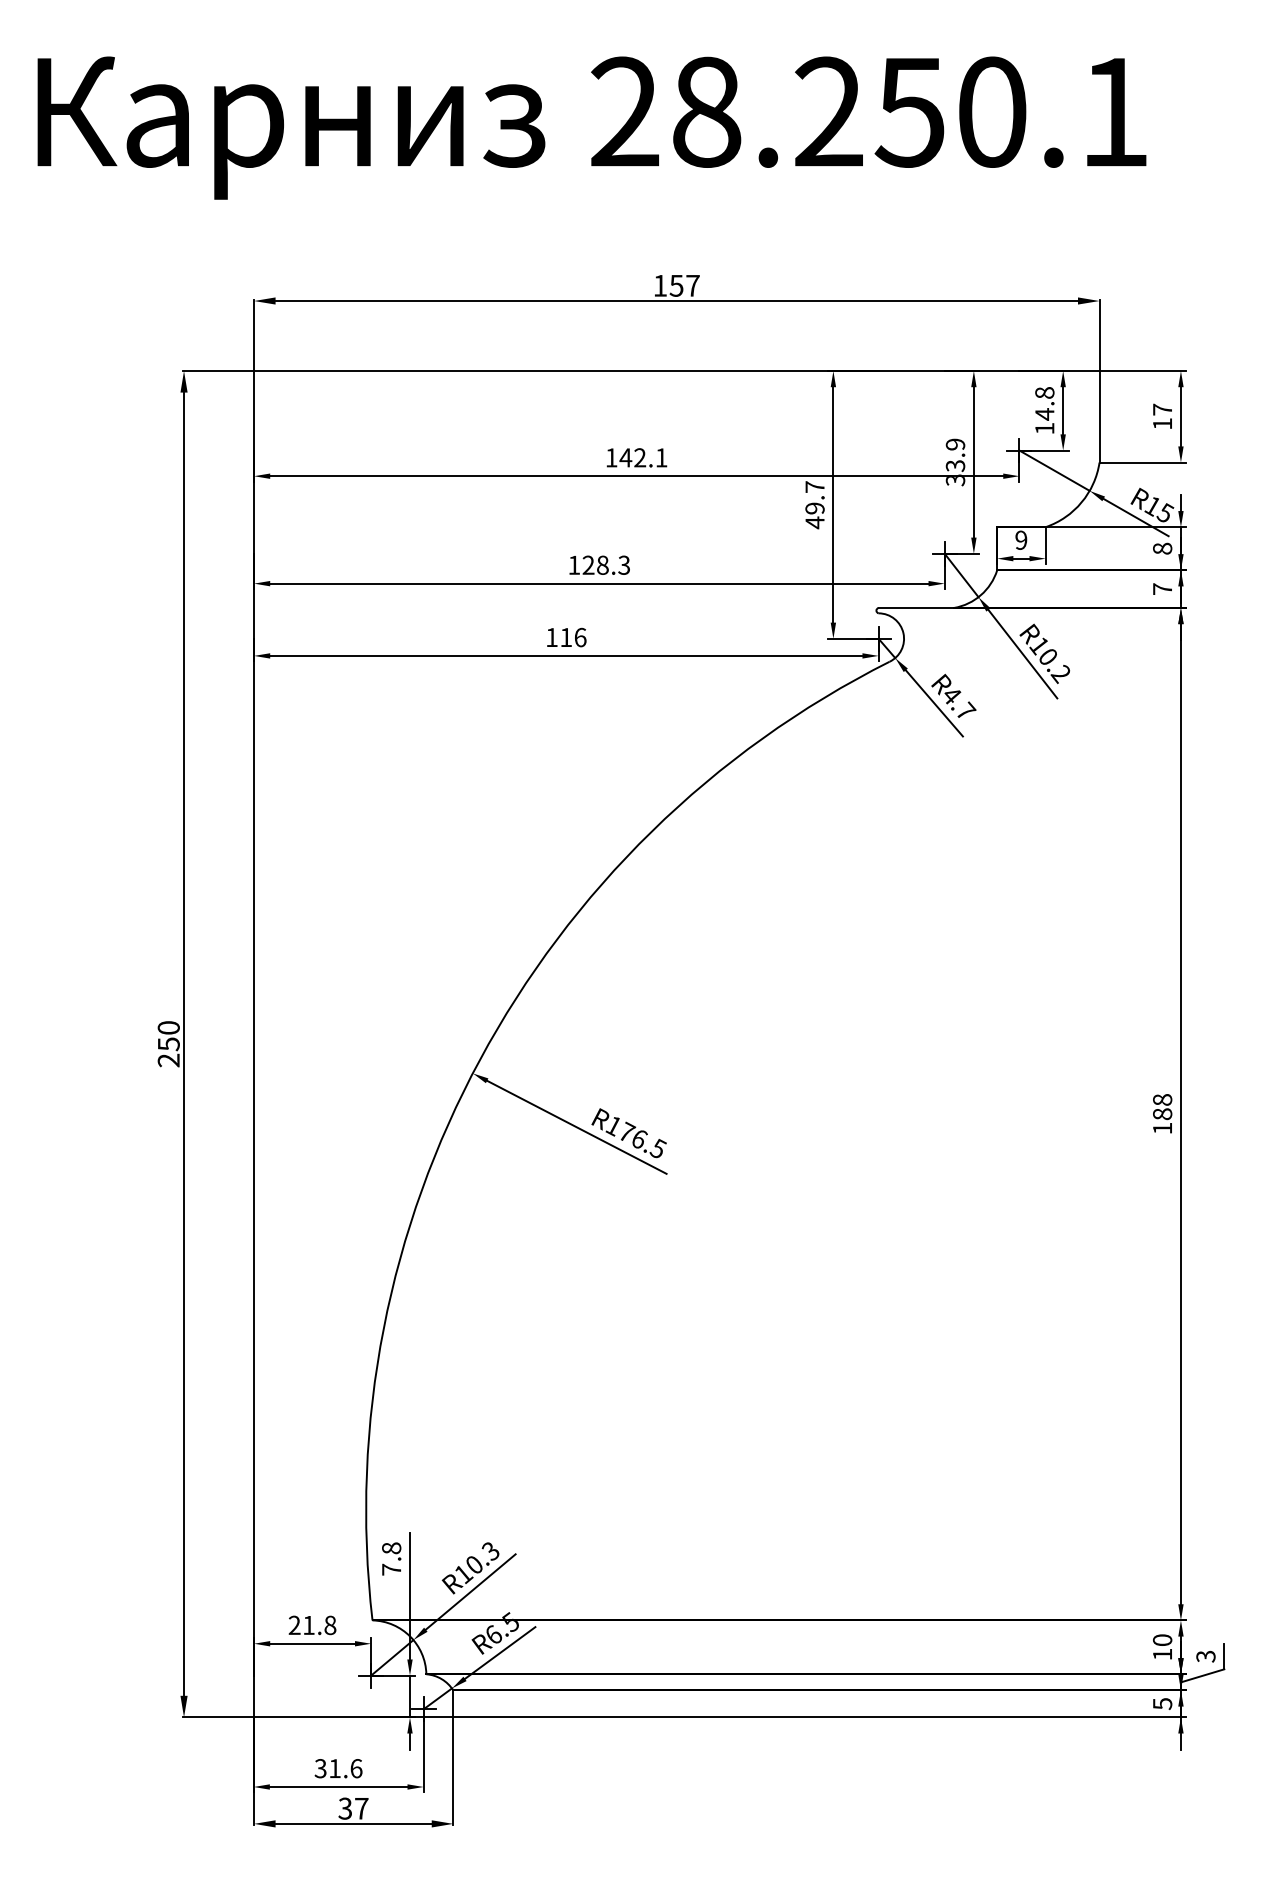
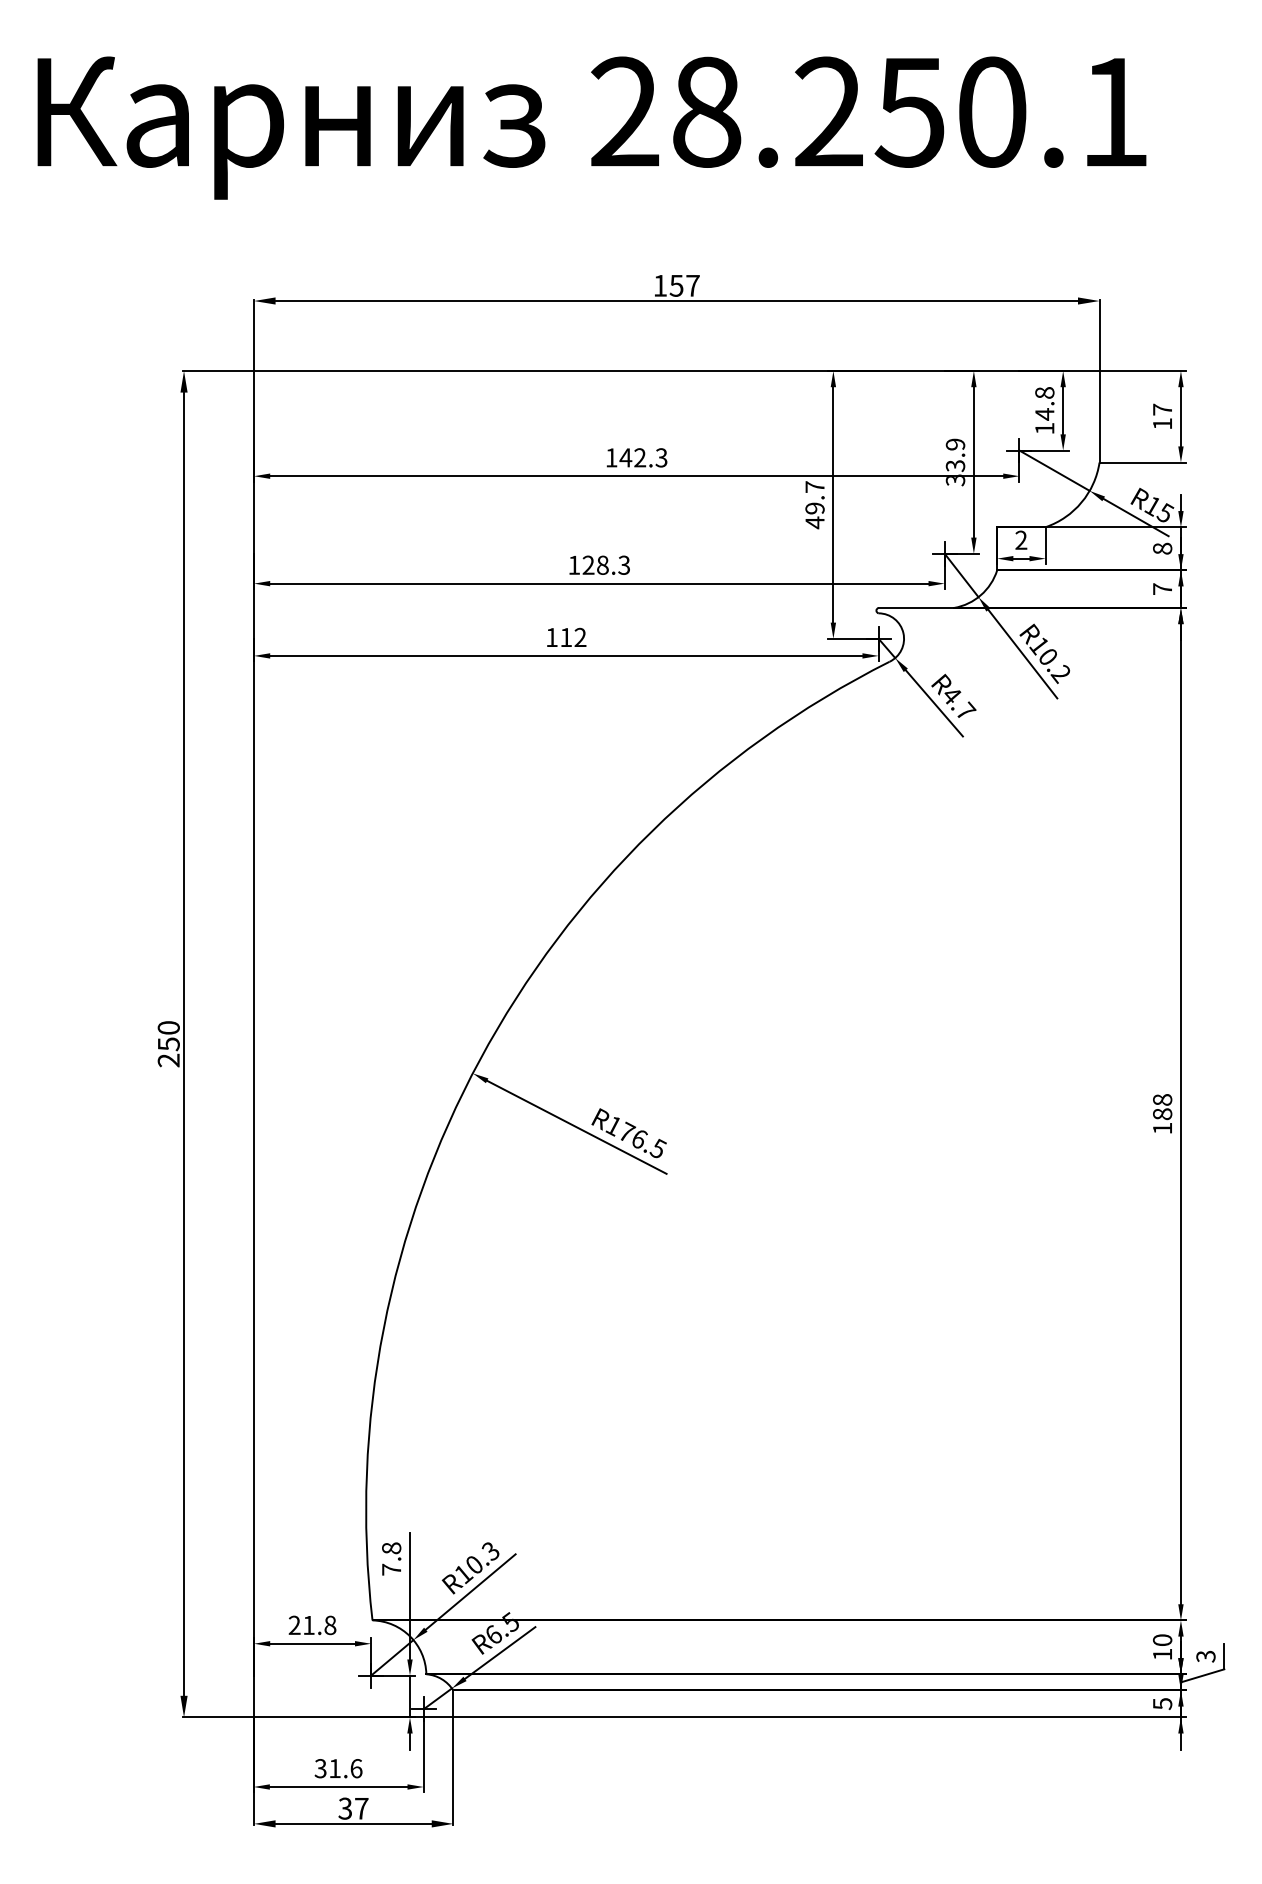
text at (661, 457): 142.1 -> 142.3
text at (1021, 540): 9 -> 2
text at (580, 637): 116 -> 112
